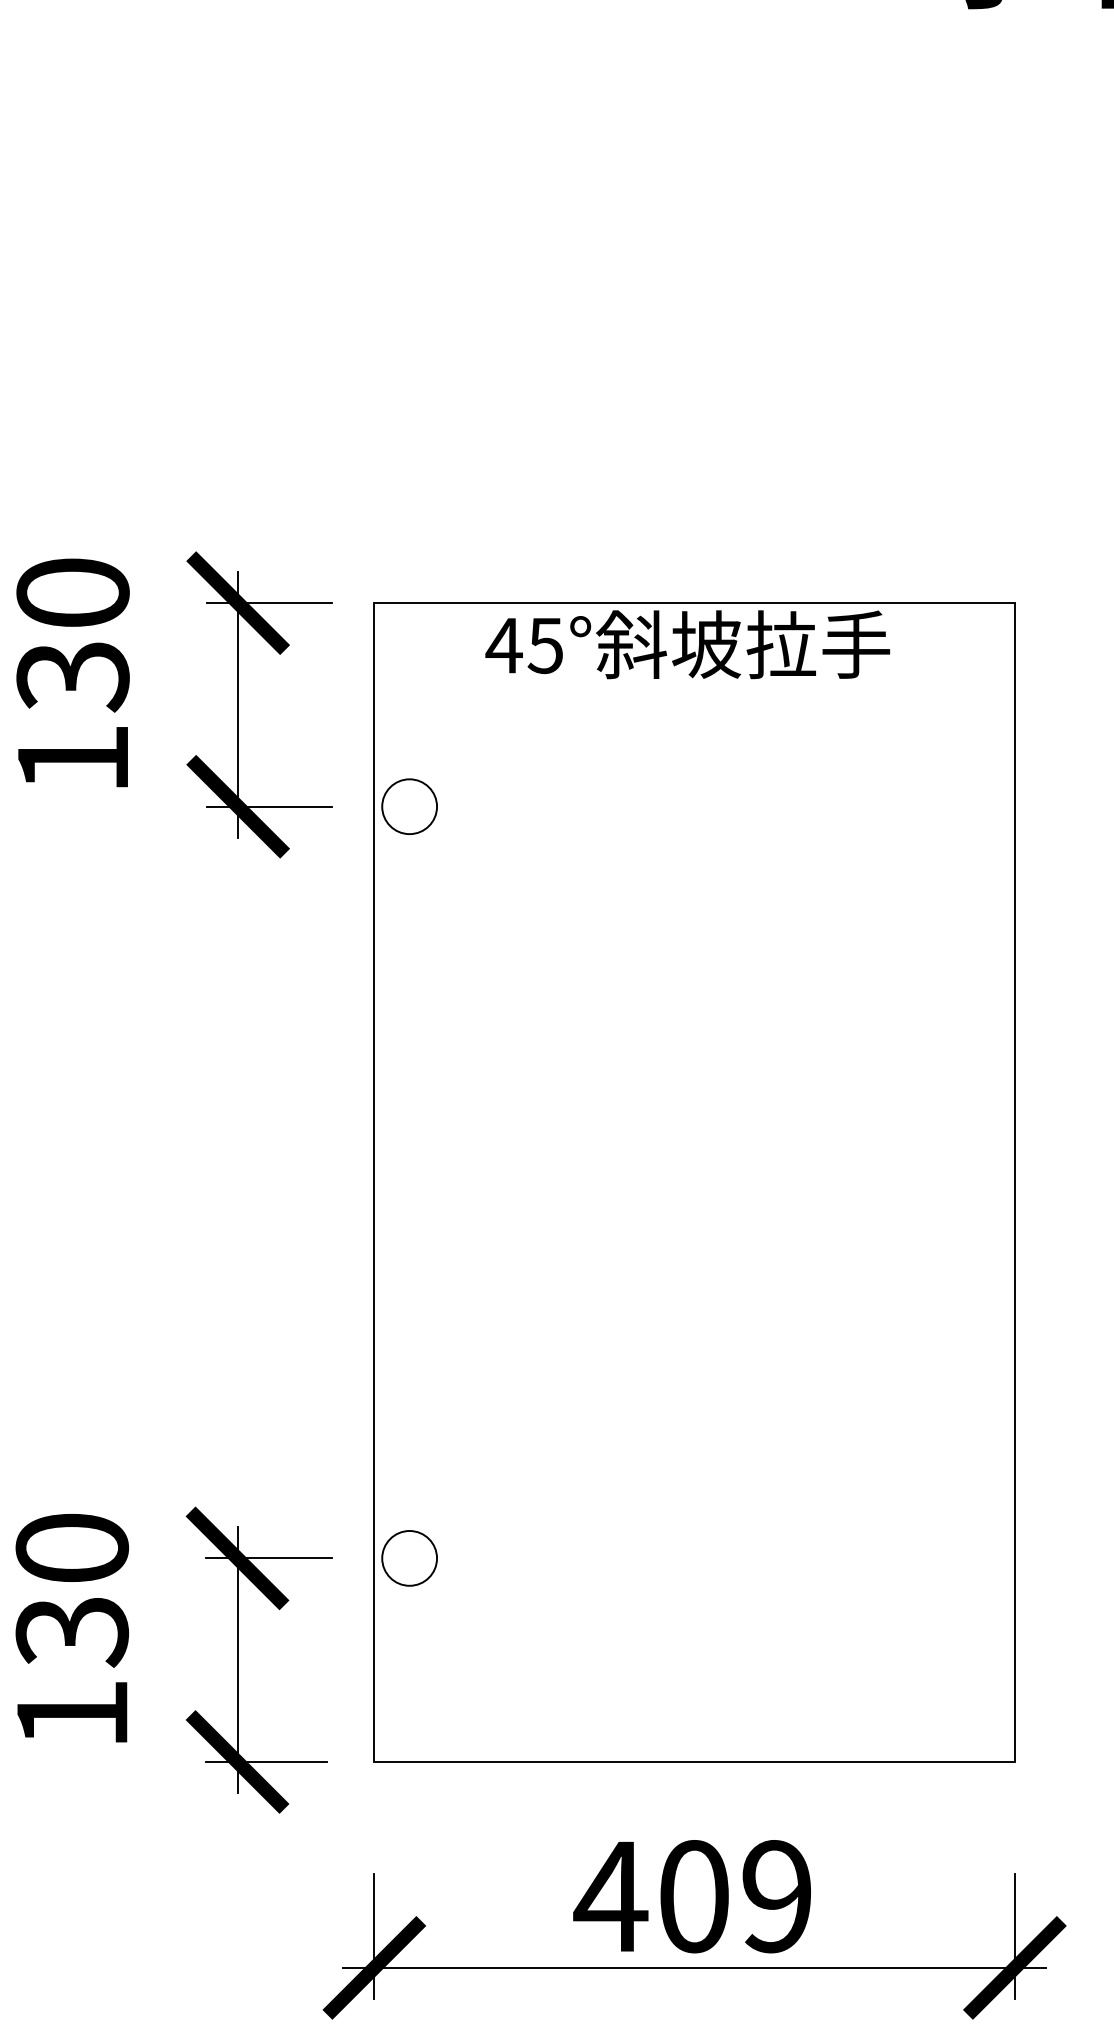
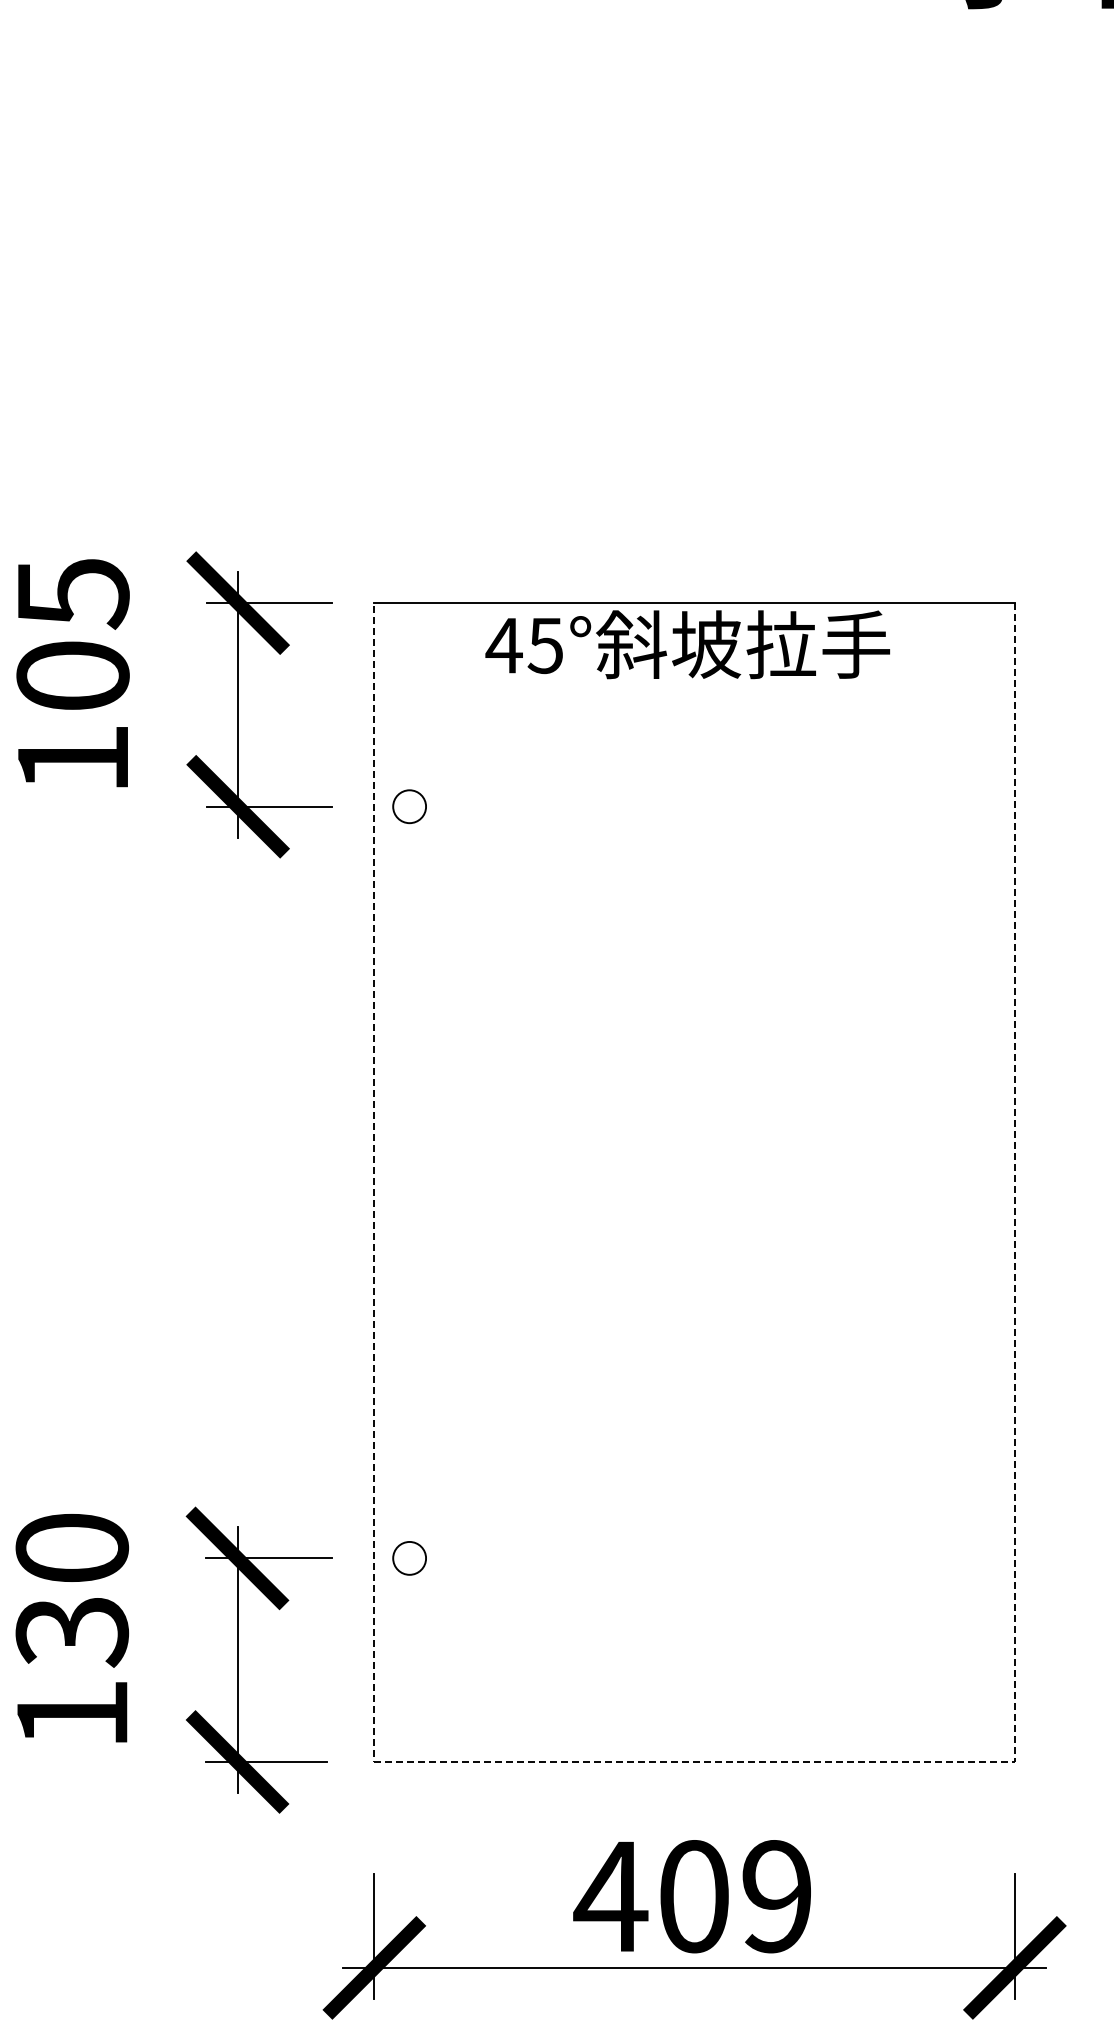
text at (72, 635): 130 -> 105
circle at (409, 806) diameter: 55 px -> 33 px
circle at (409, 1558) diameter: 55 px -> 33 px
line at (694, 1761): solid -> dashed
